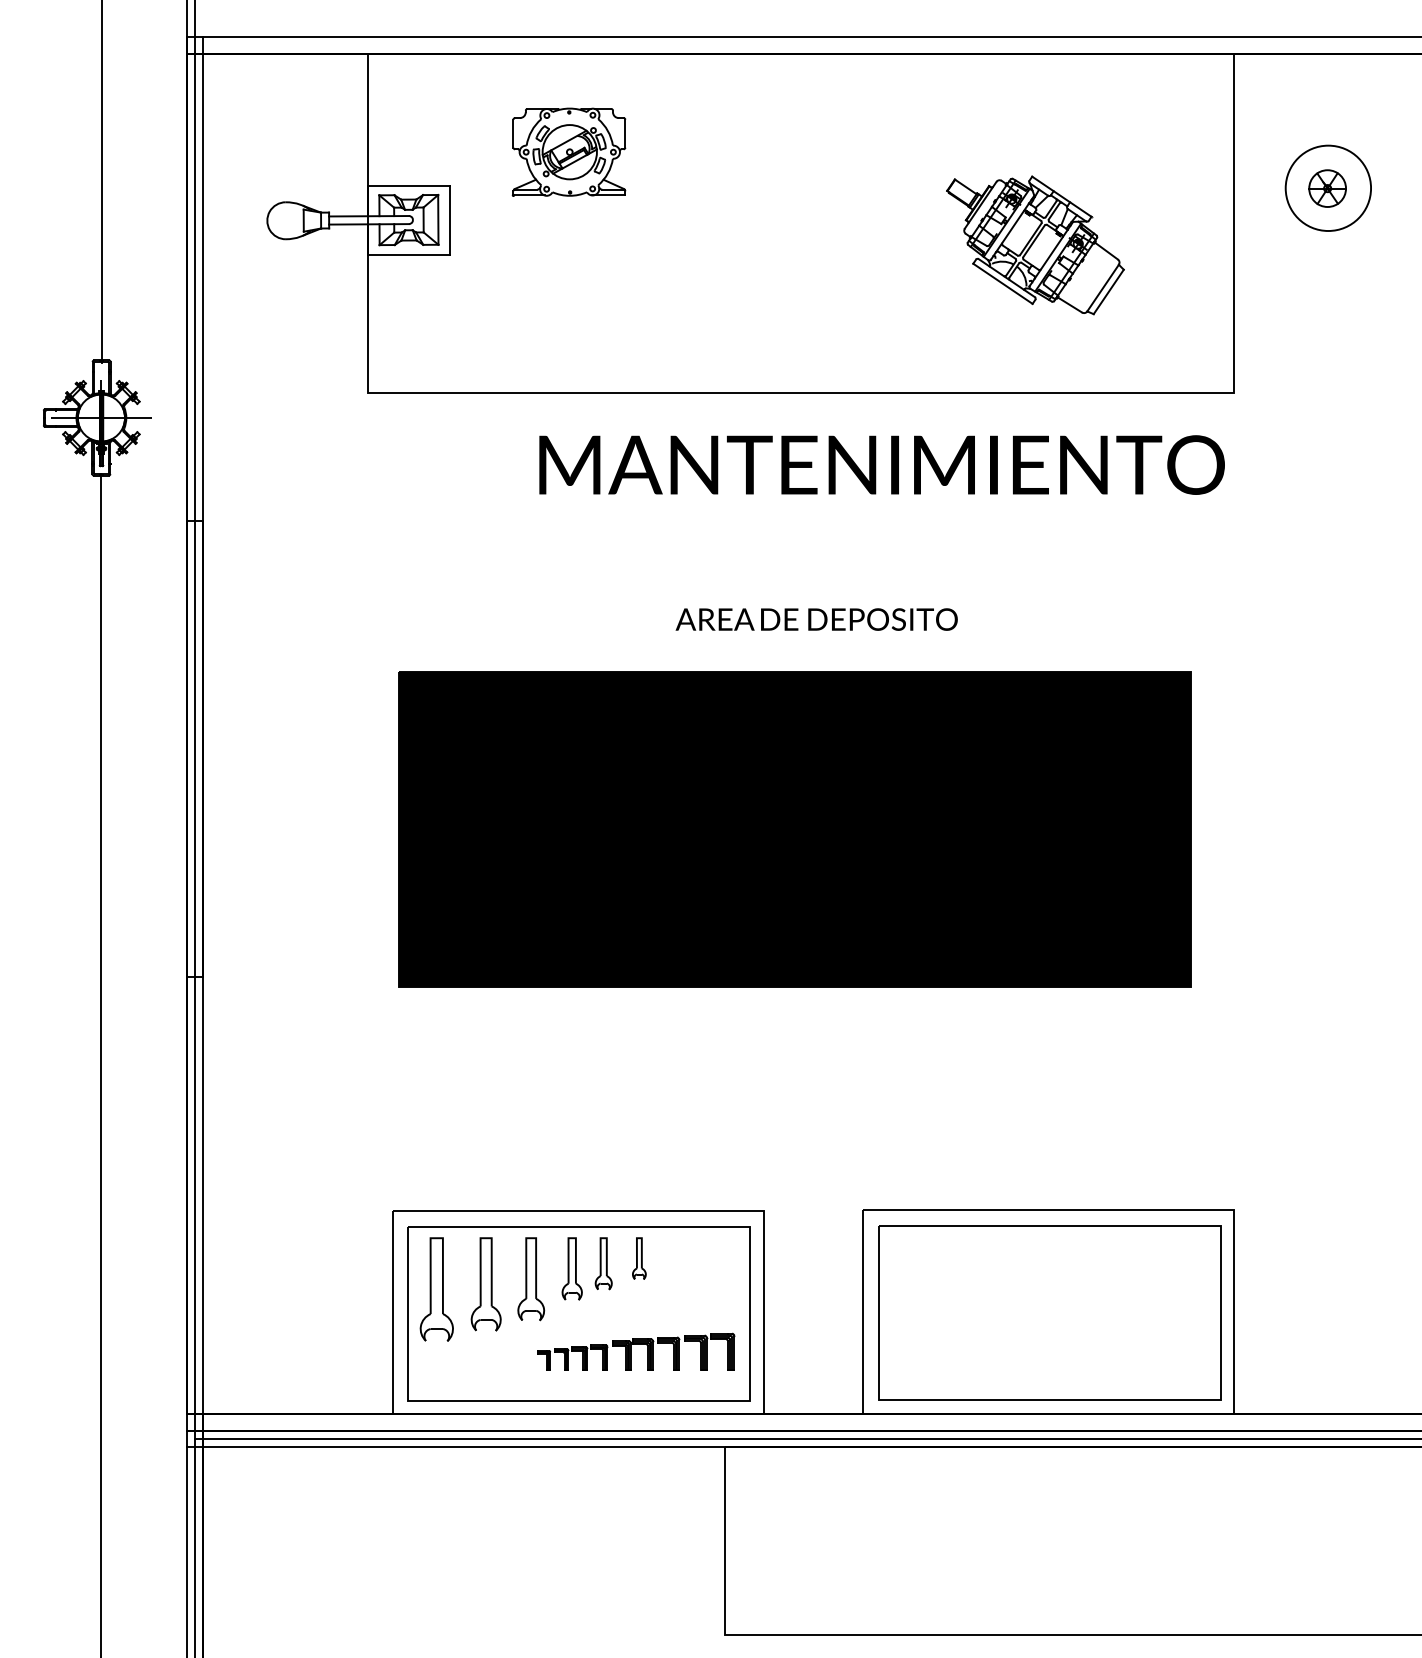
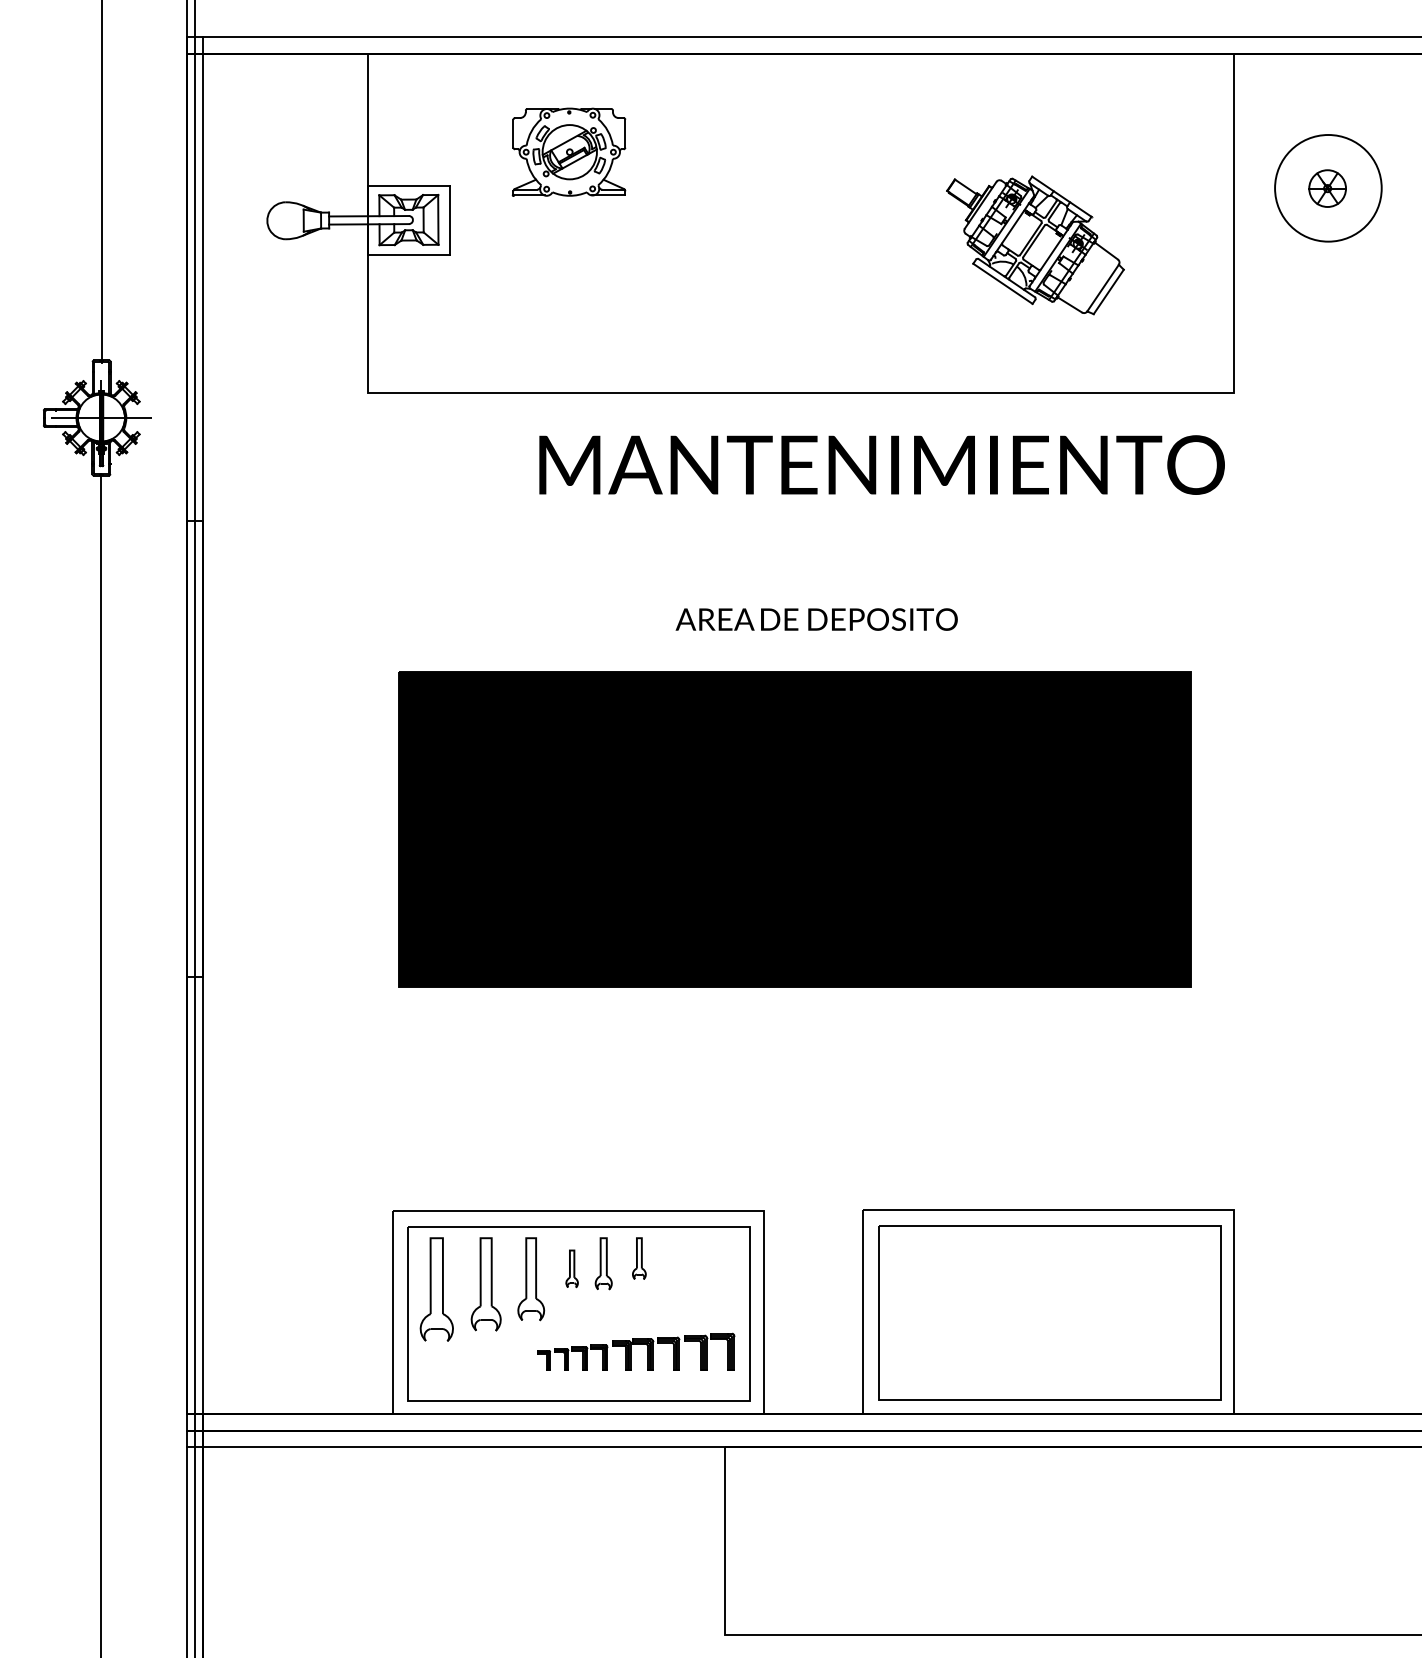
circle at (1328, 188) diameter: 85 px -> 107 px
part at (571, 1268) size: 22x64 px -> 14x40 px
line at (806, 1438): present -> none
